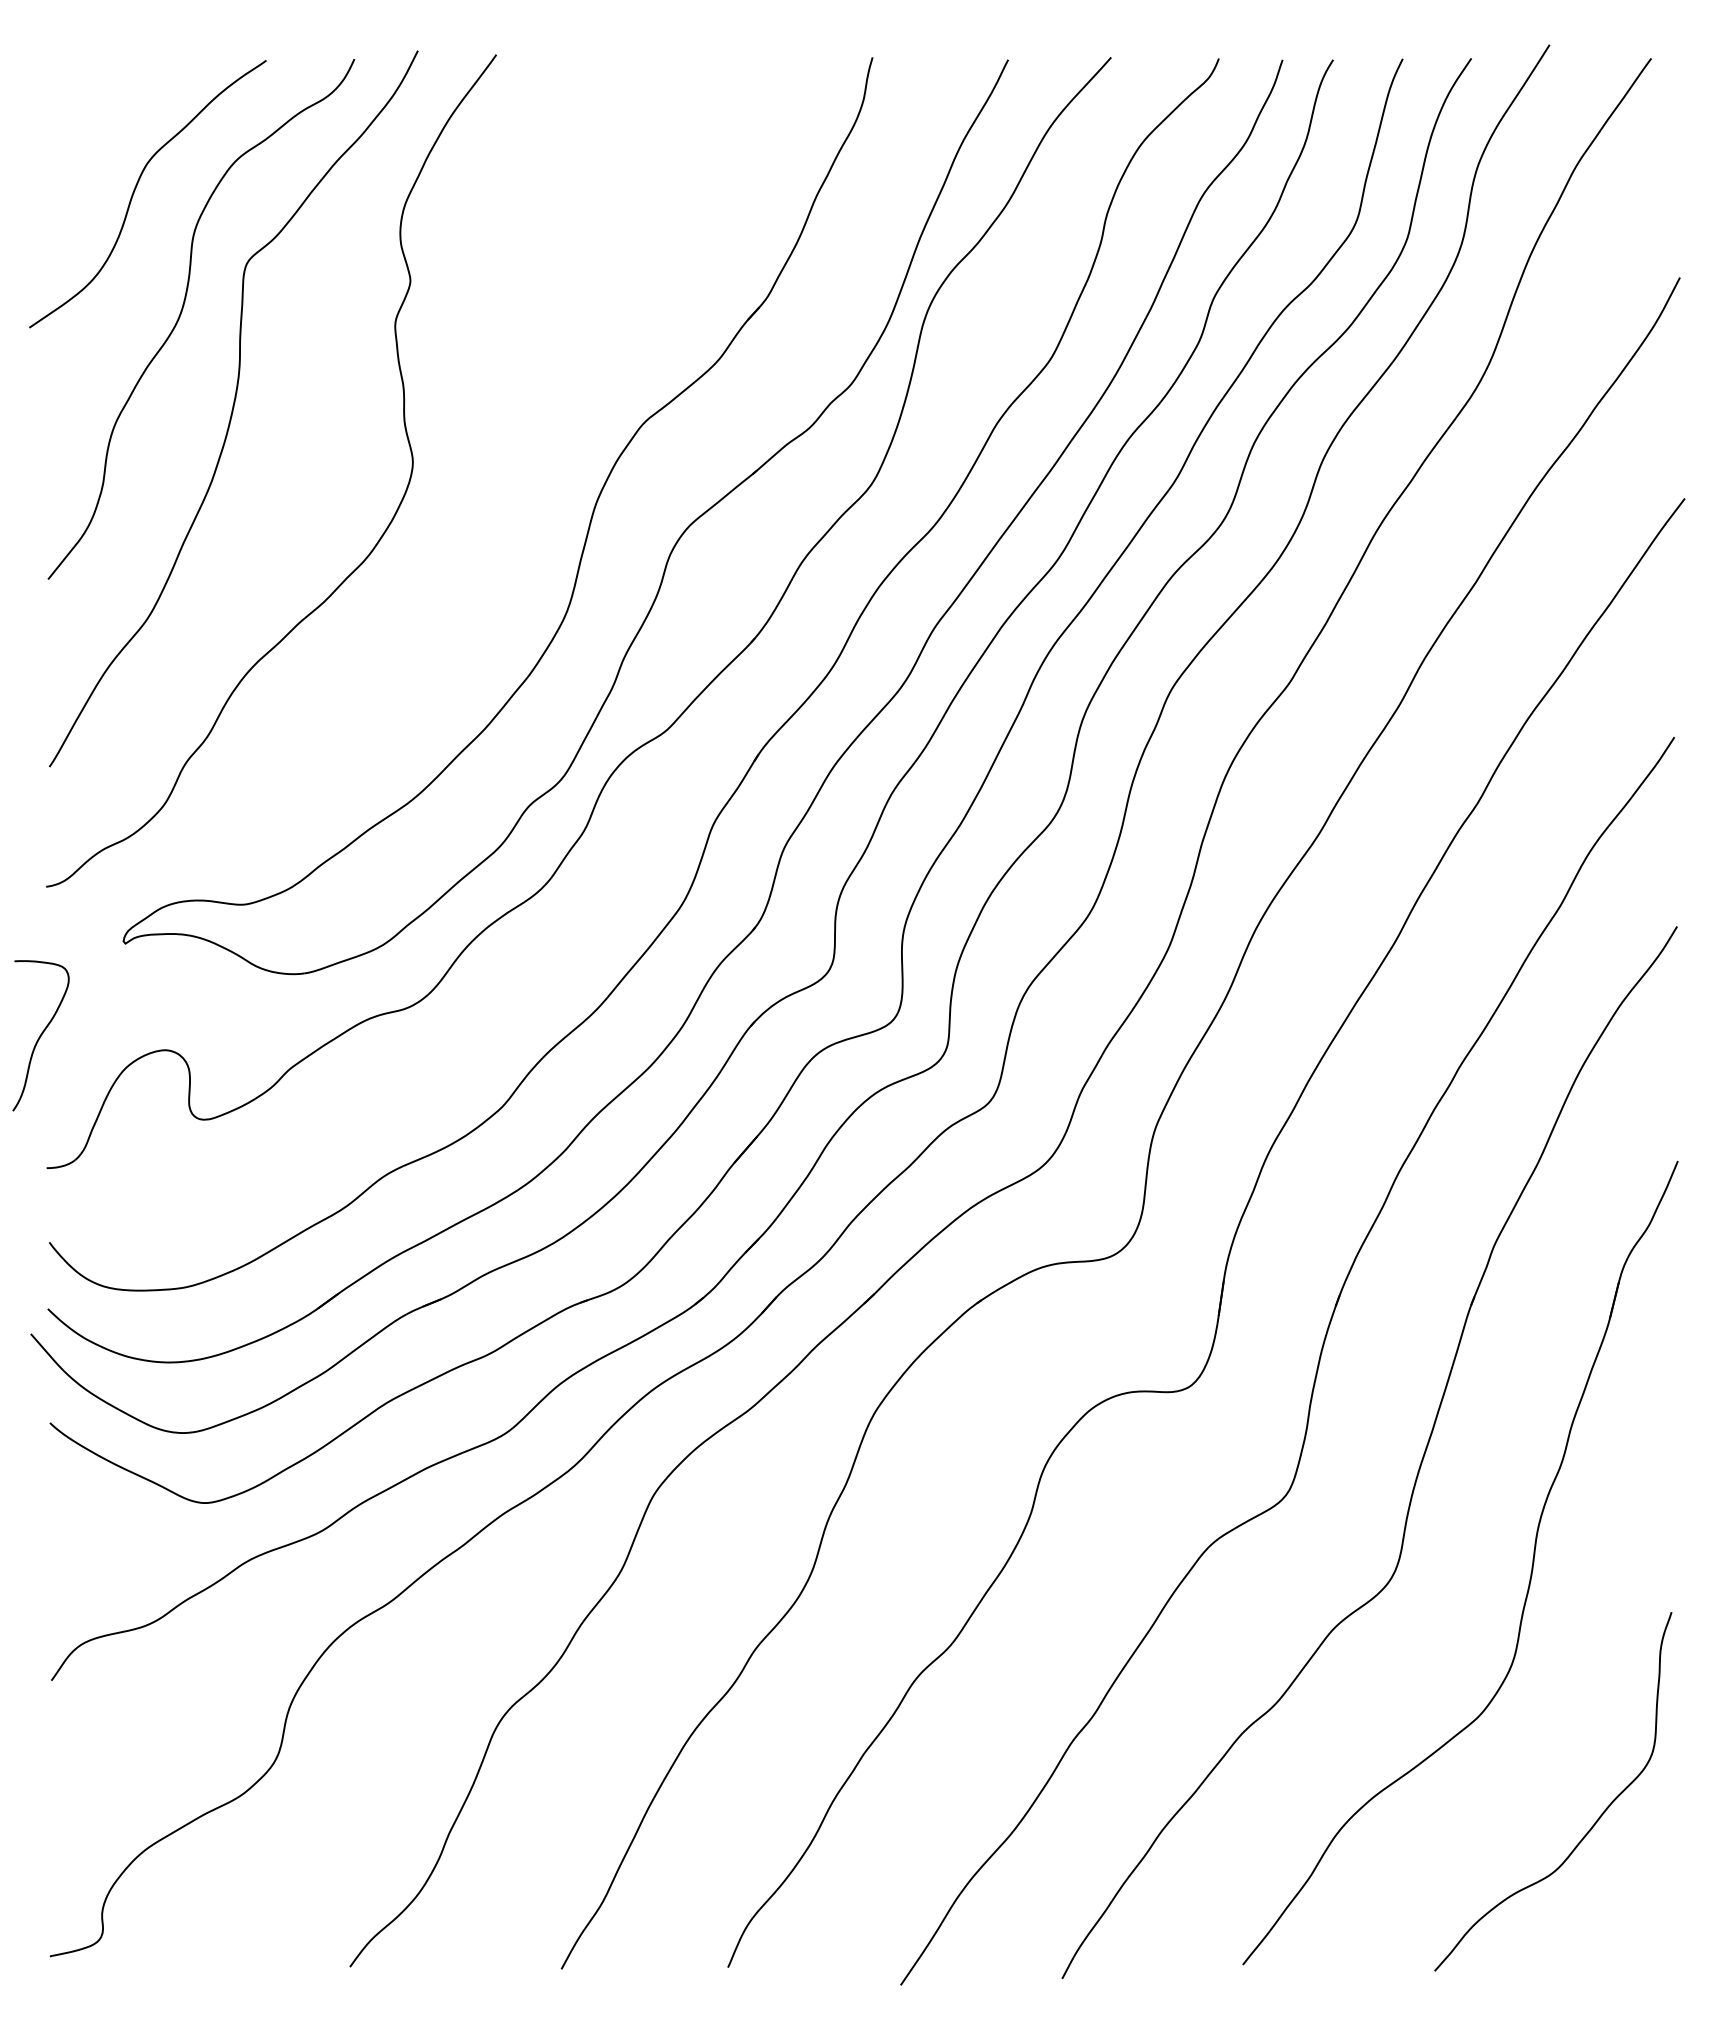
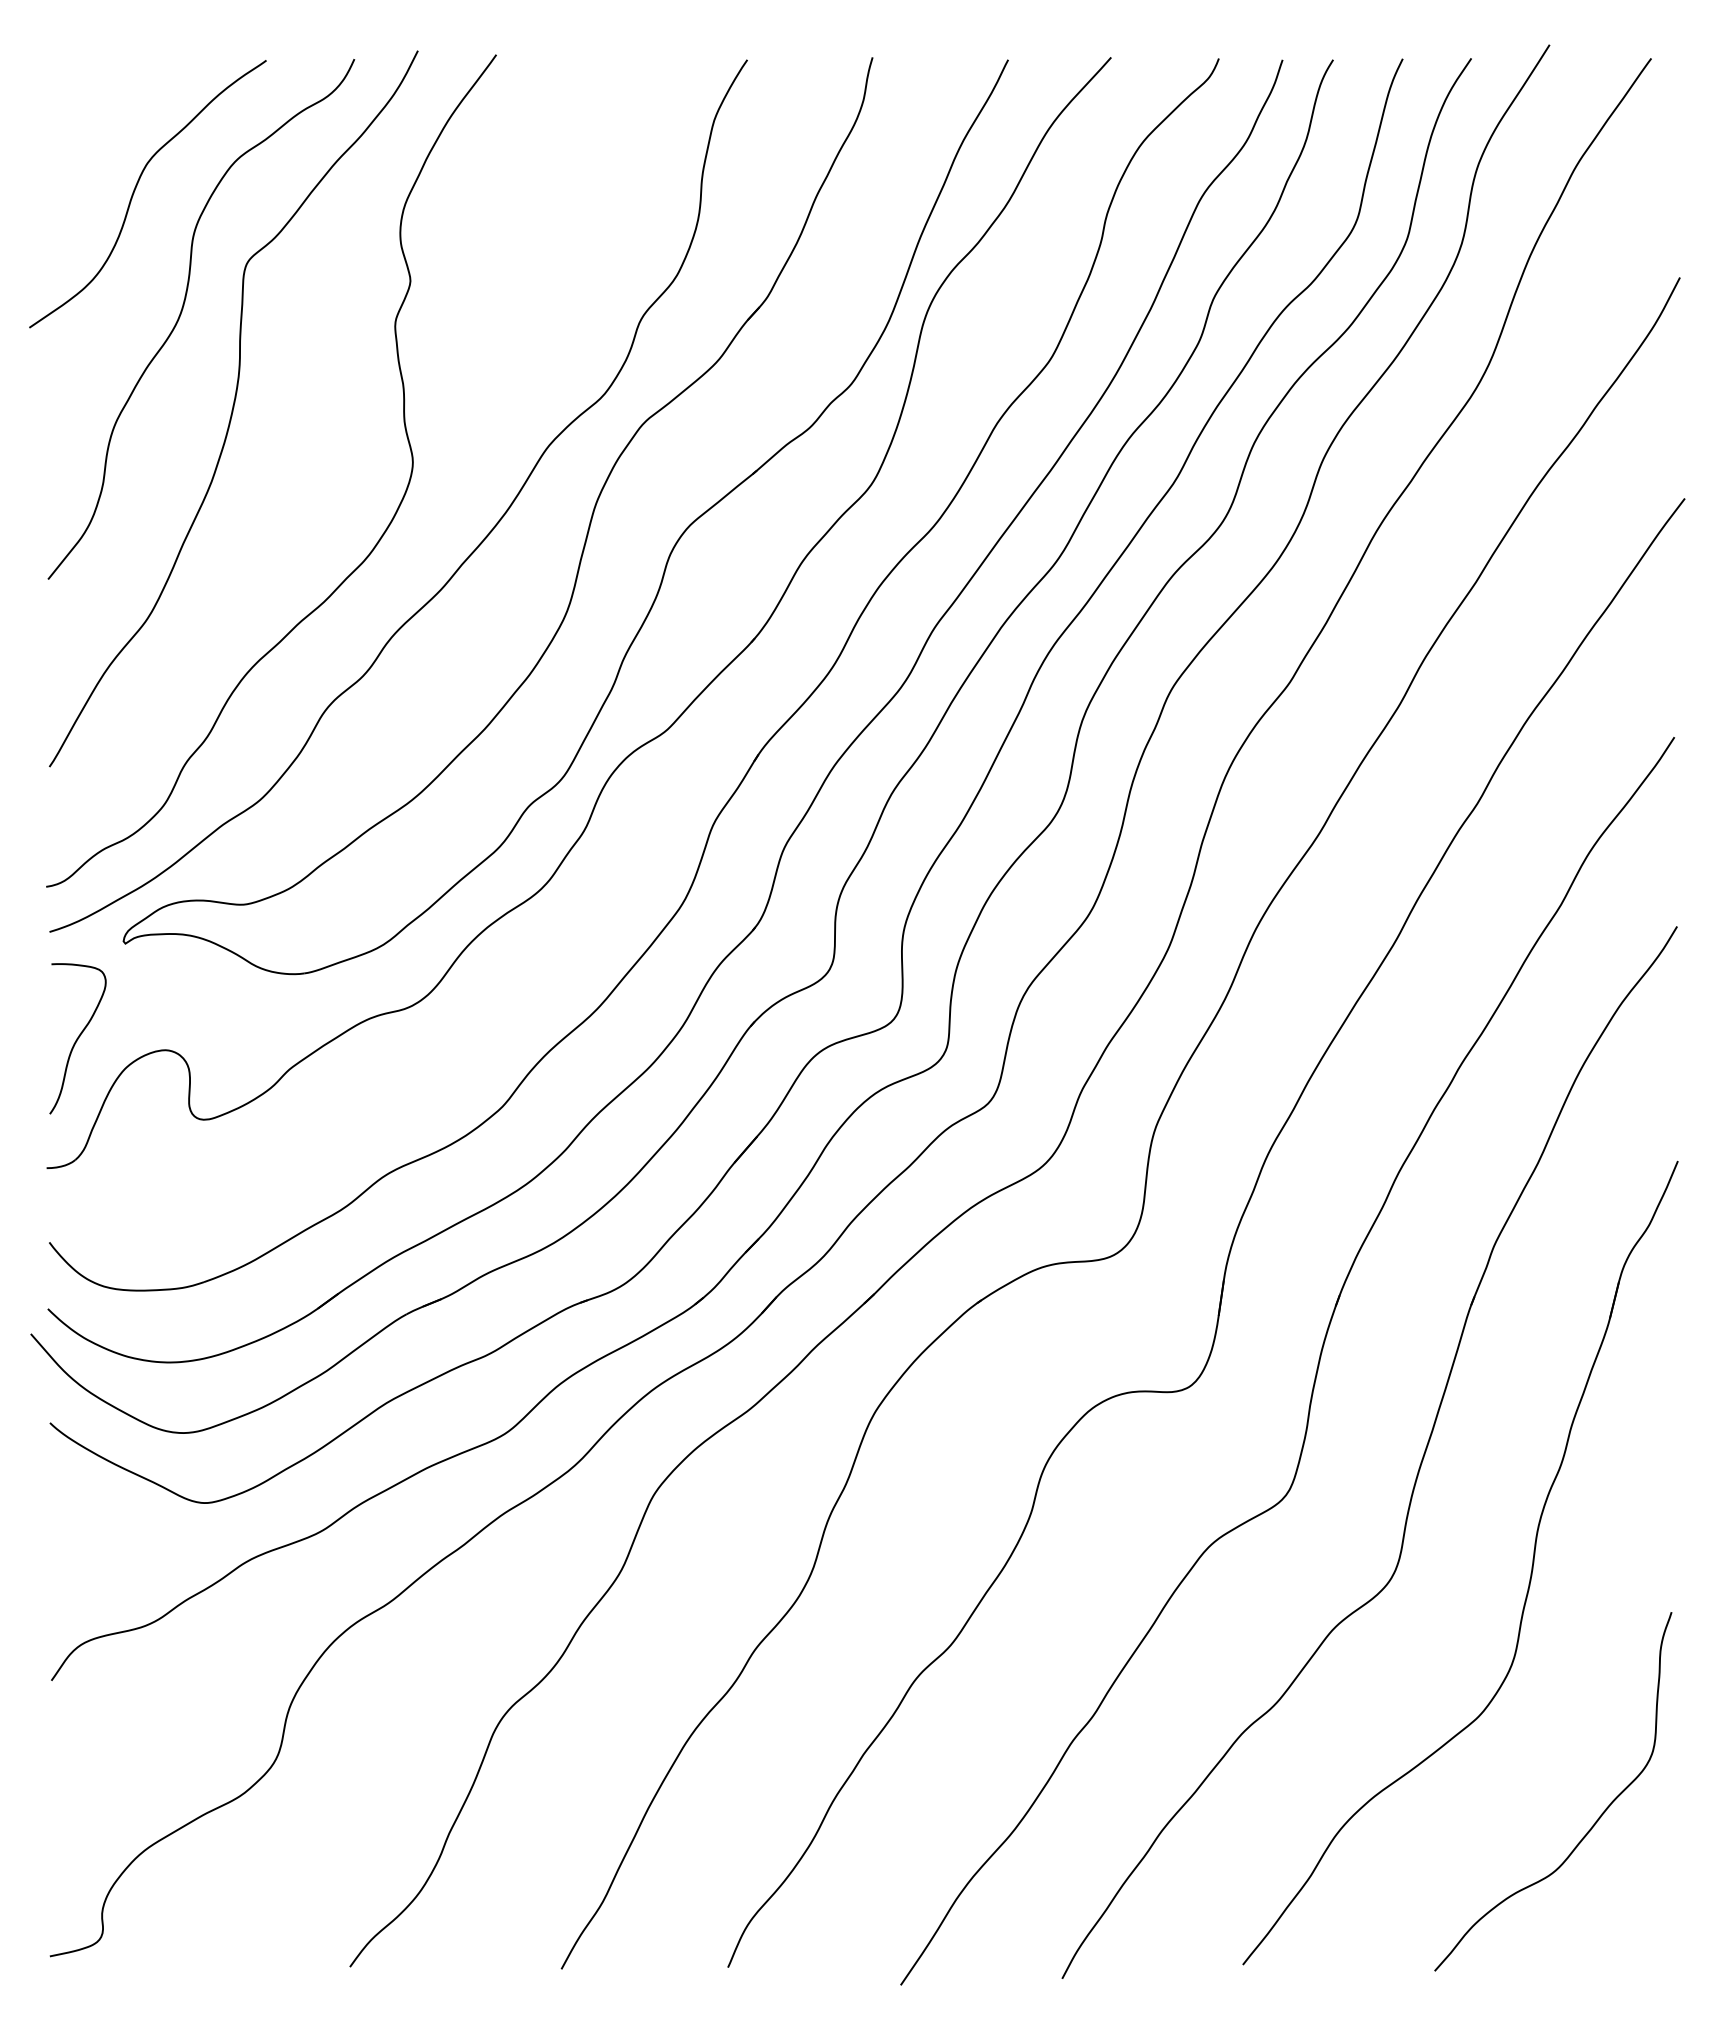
curve at (468, 555): none -> present
curve at (40, 1035) position: (40, 1035) -> (77, 1038)
